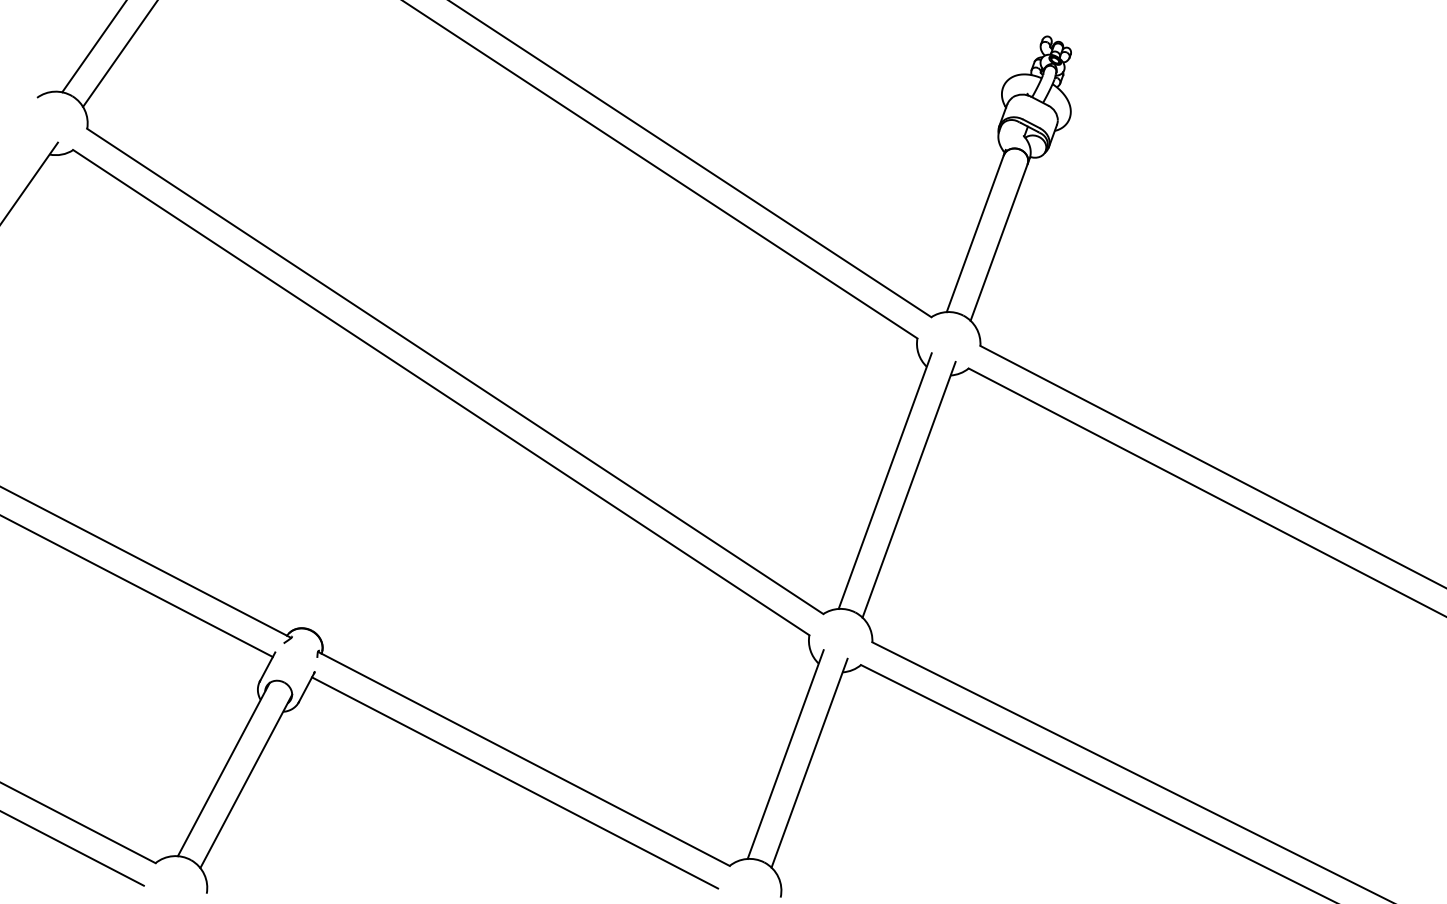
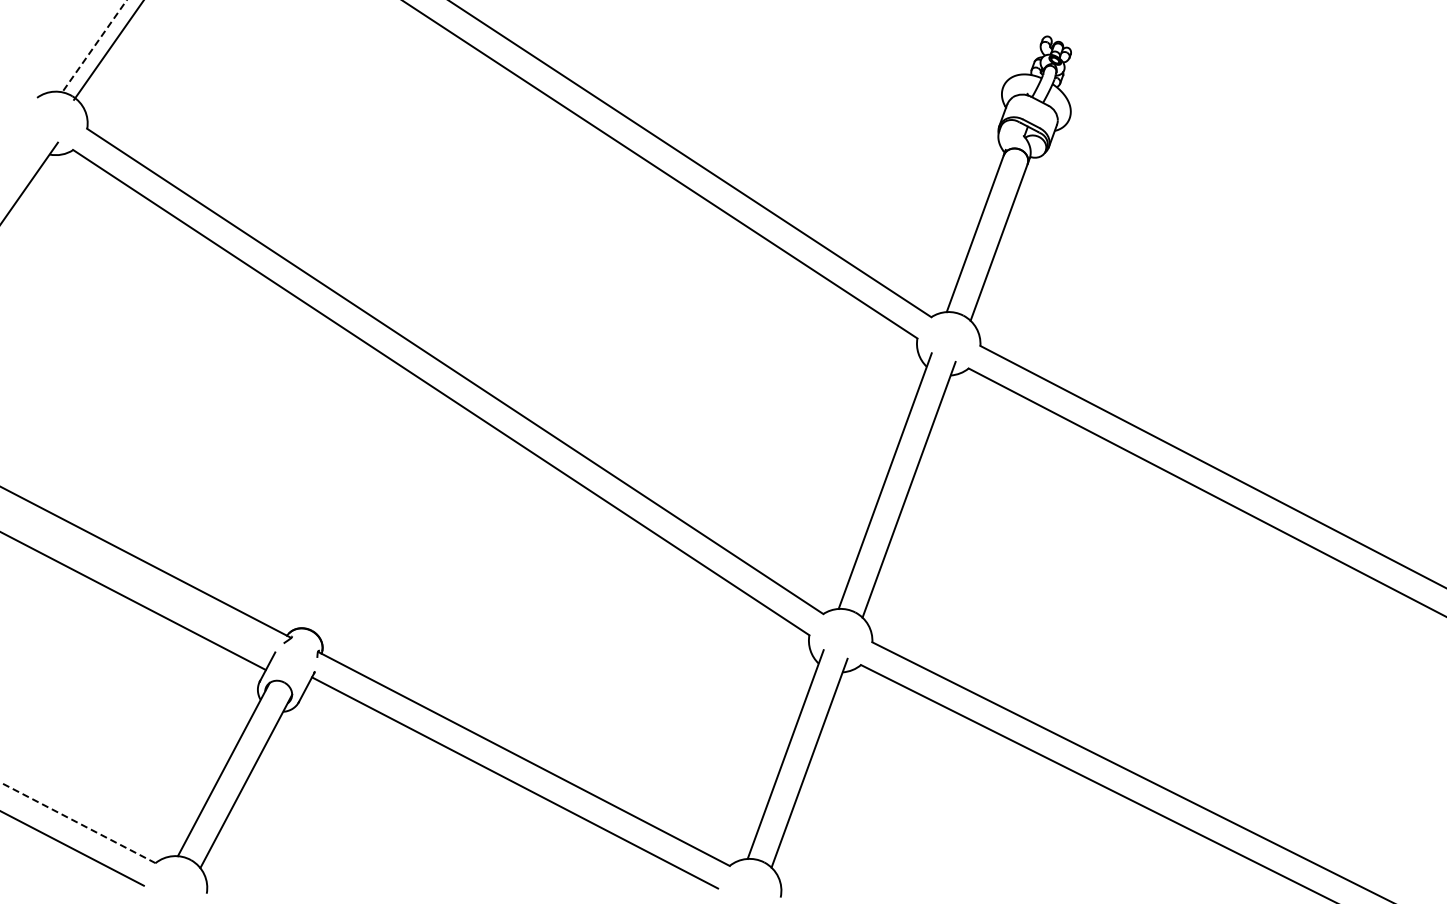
line at (94, 46): solid -> dashed
line at (119, 54) position: (119, 54) -> (108, 50)
line at (137, 586) position: (137, 586) -> (133, 600)
line at (77, 822): solid -> dashed
